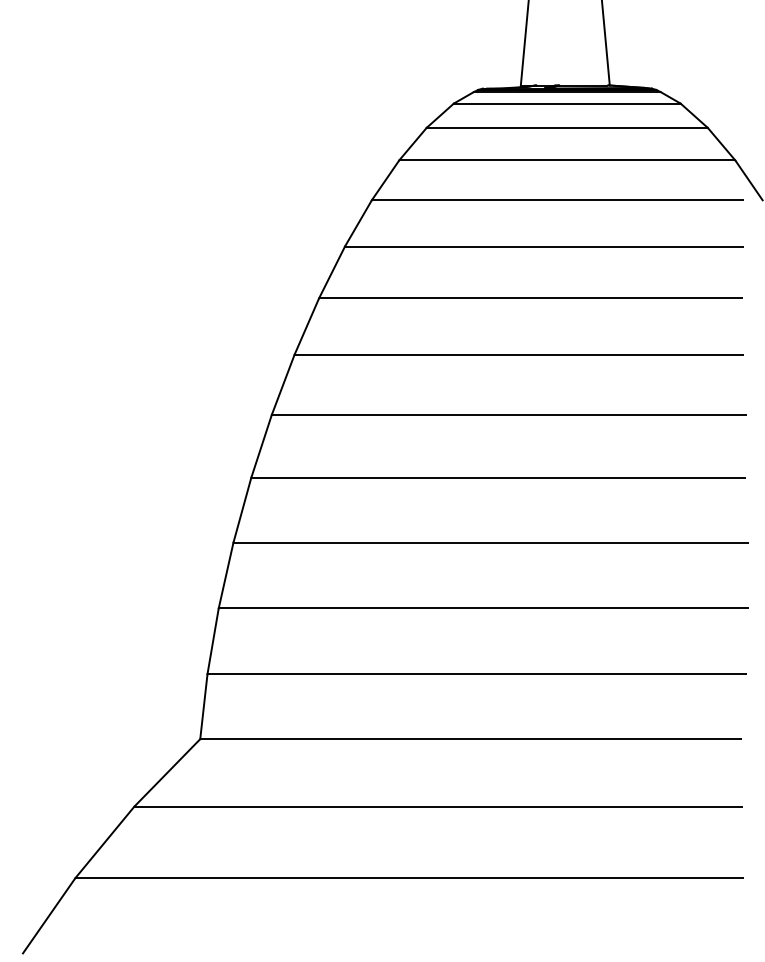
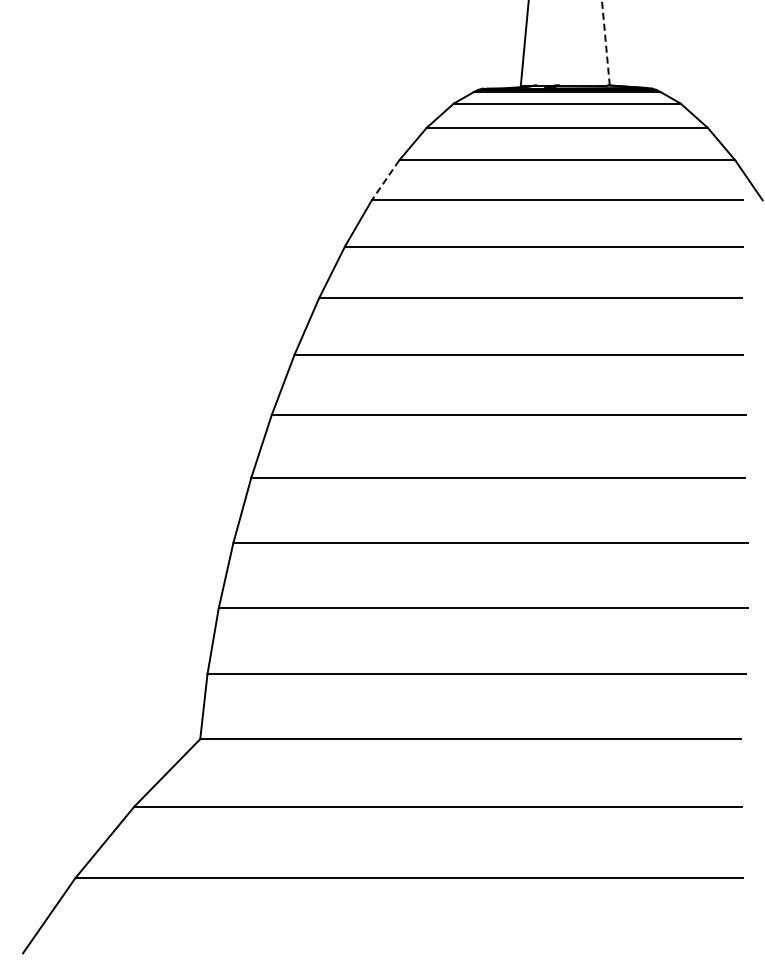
line at (605, 42): solid -> dashed
line at (385, 180): solid -> dashed
